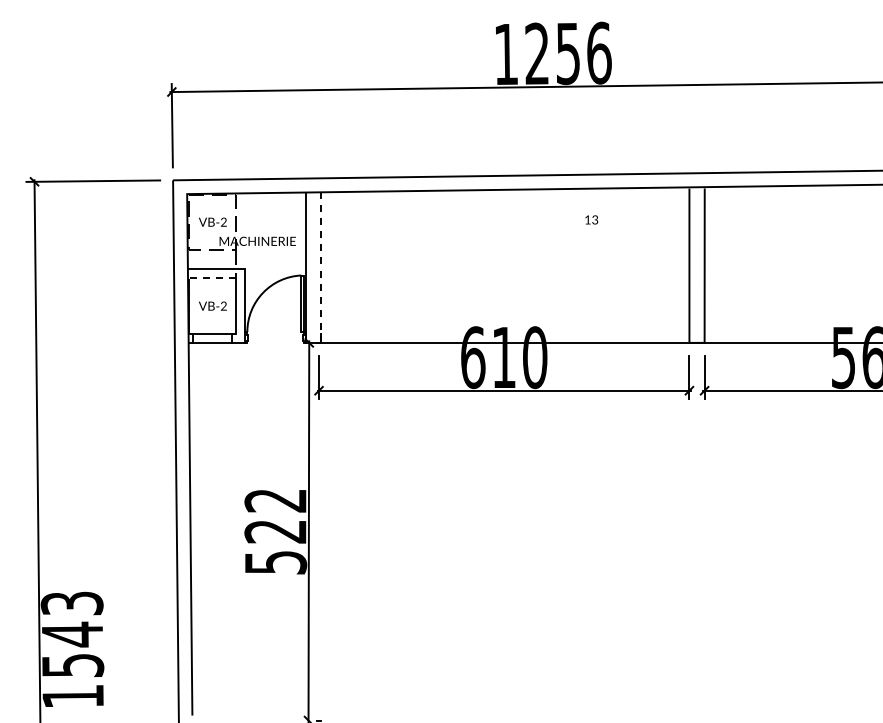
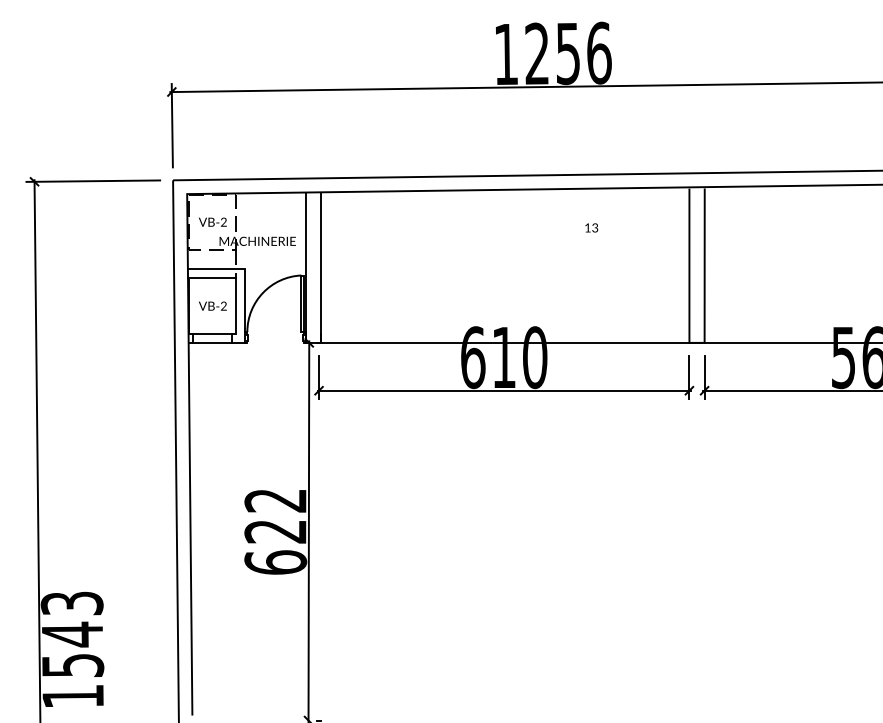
text at (591, 219) position: (591, 219) -> (591, 227)
line at (321, 267): dashed -> solid
line at (211, 278): dashed -> solid
text at (275, 562): 522 -> 622
